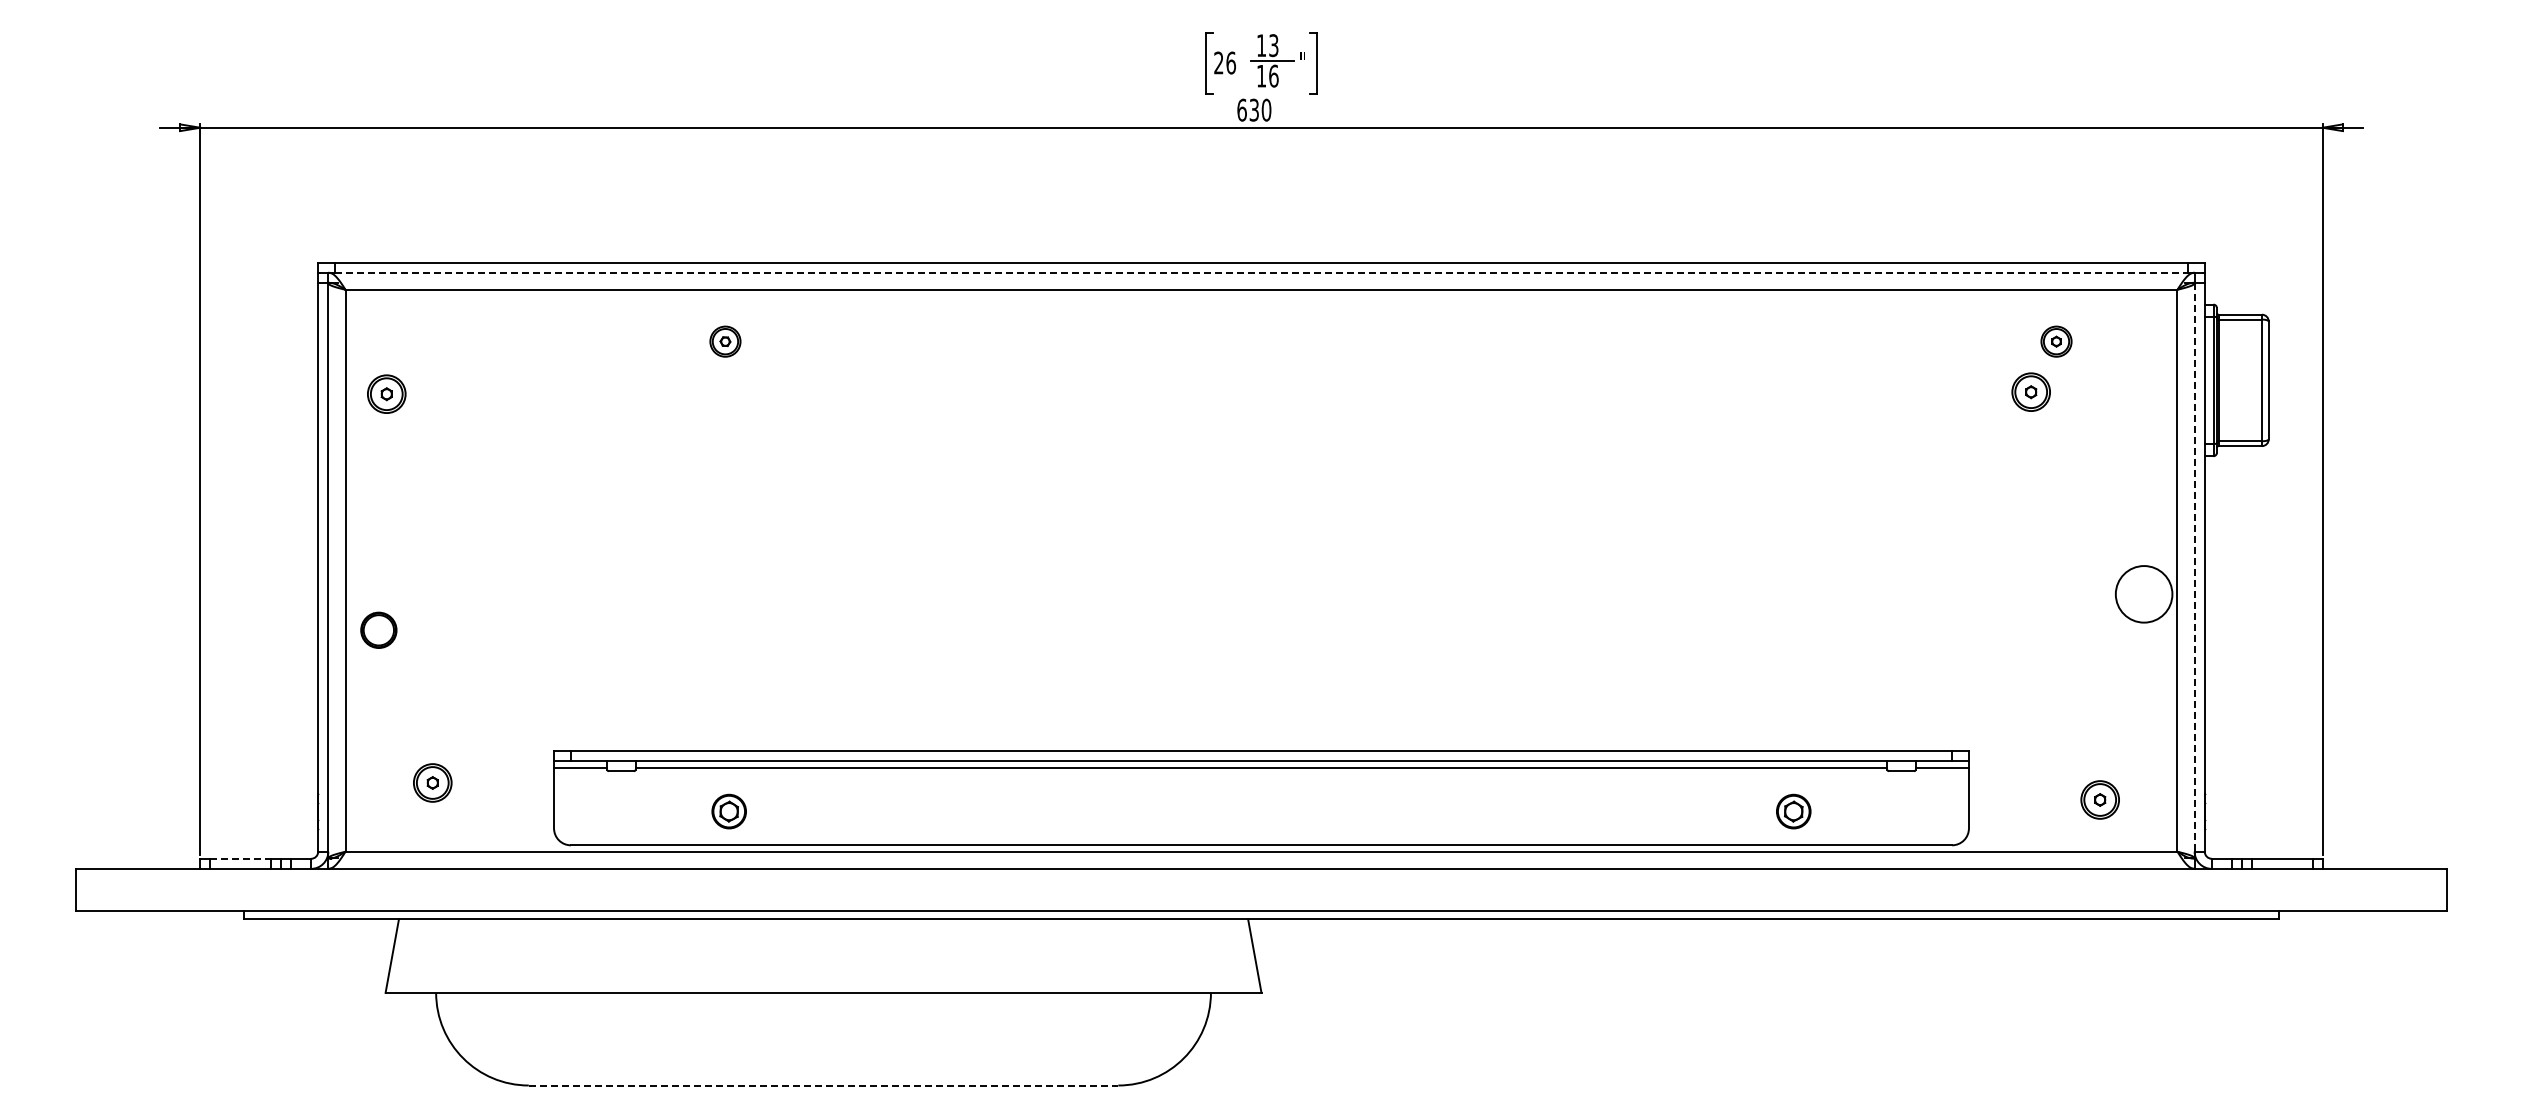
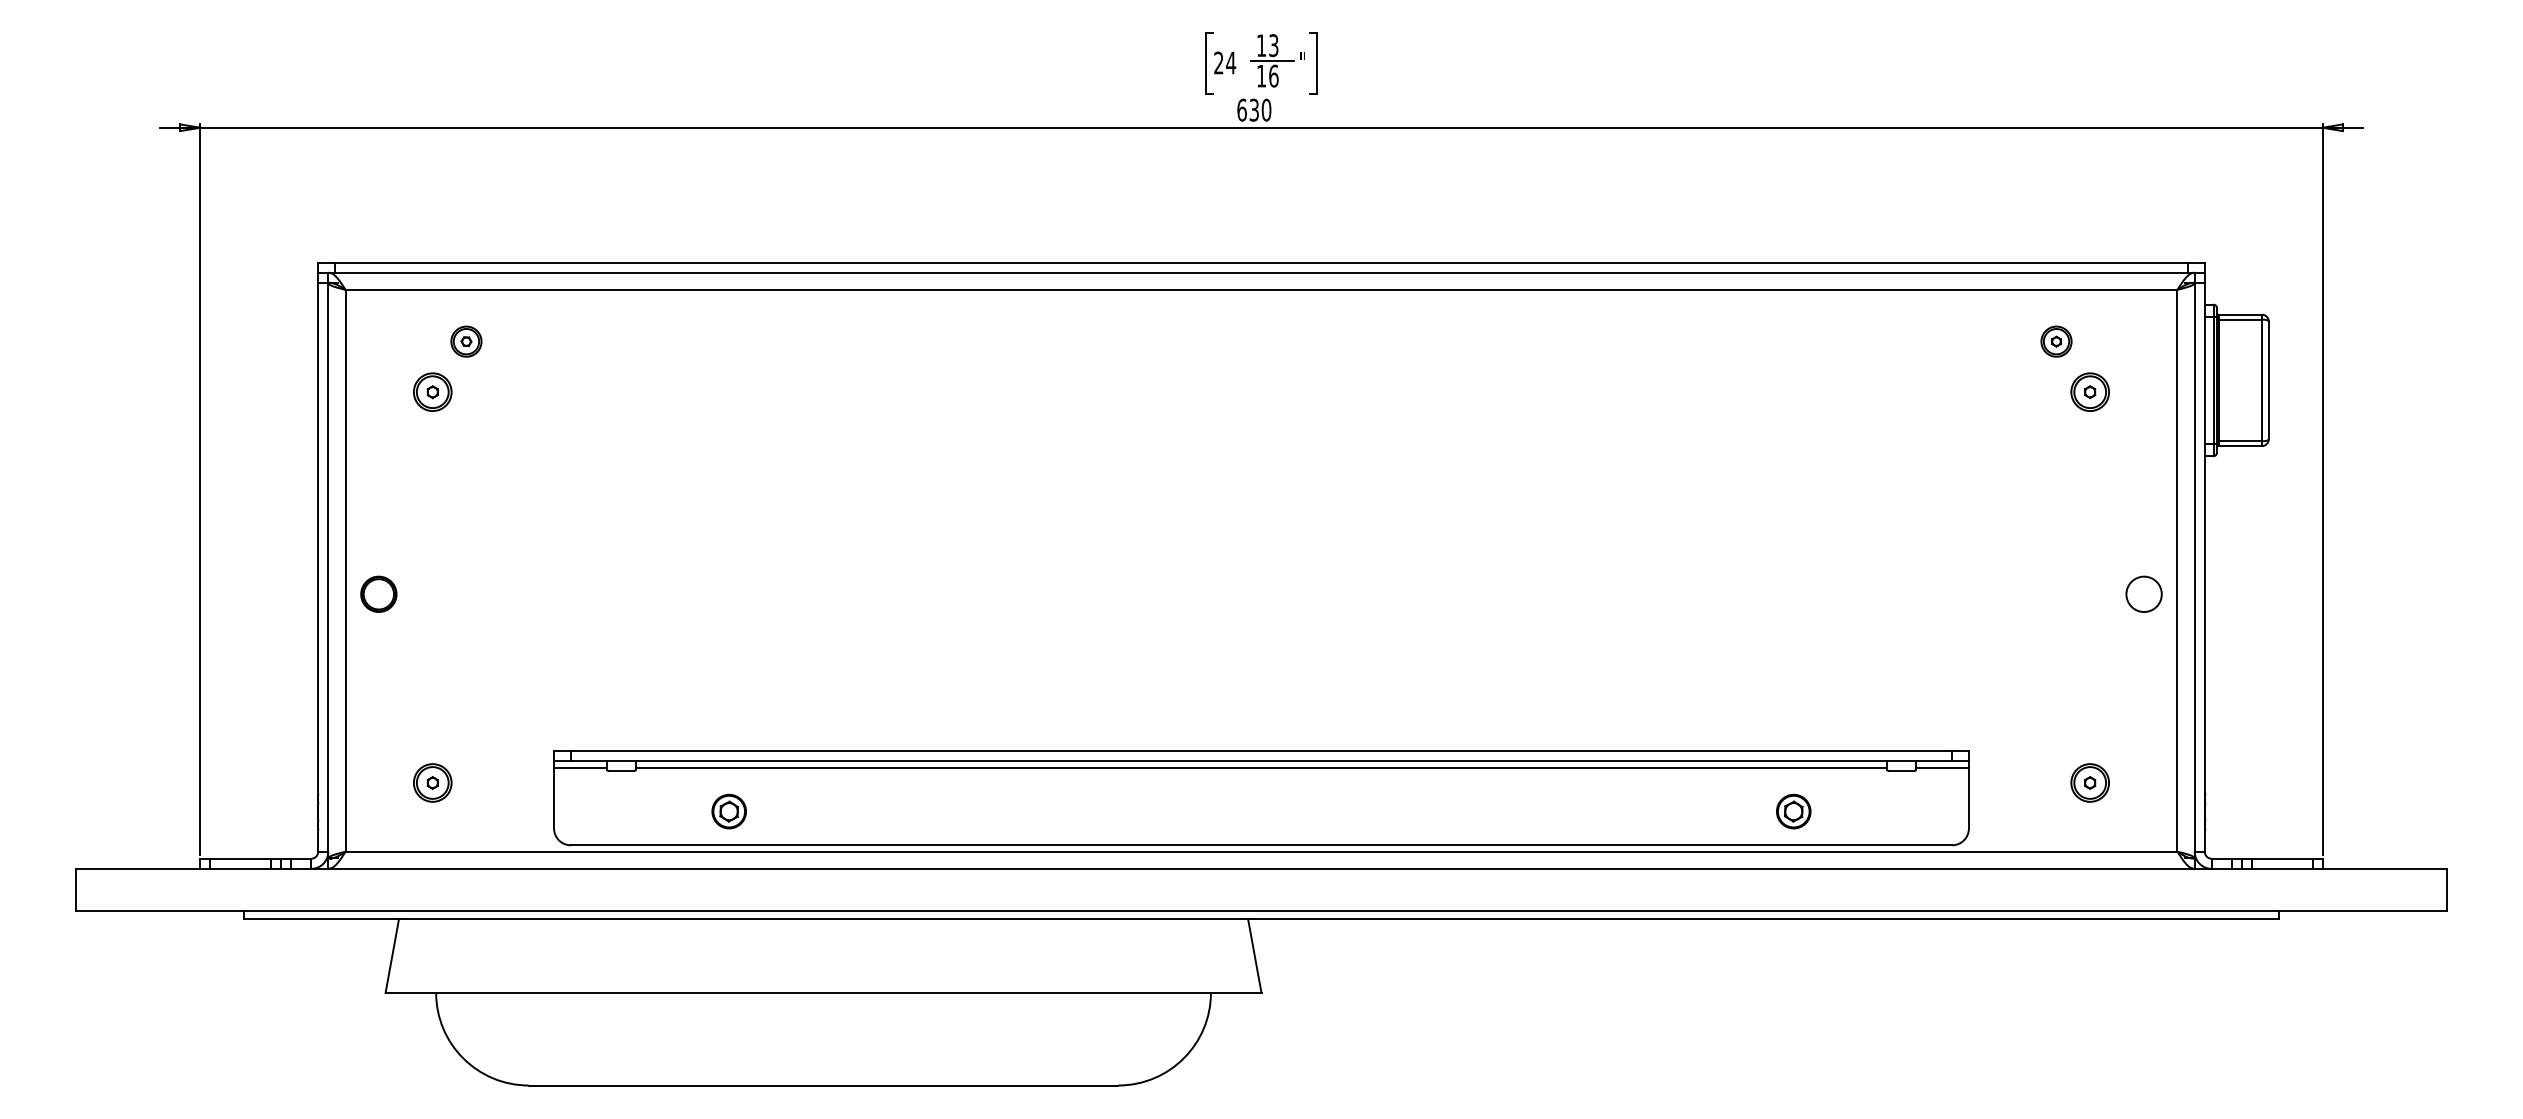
text at (1231, 62): 26 -> 24
line at (1261, 272): dashed -> solid
part at (725, 341) position: (725, 341) -> (466, 341)
part at (2030, 391) position: (2030, 391) -> (2089, 391)
part at (386, 393) position: (386, 393) -> (432, 391)
line at (2194, 567): dashed -> solid
circle at (2143, 594) diameter: 57 px -> 35 px
part at (378, 629) position: (378, 629) -> (378, 593)
part at (2099, 799) position: (2099, 799) -> (2089, 782)
line at (241, 858): dashed -> solid
line at (823, 1085): dashed -> solid
